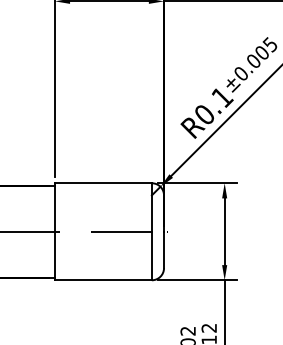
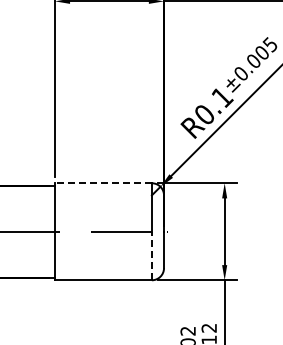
line at (103, 183): solid -> dashed
line at (151, 255): solid -> dashed
